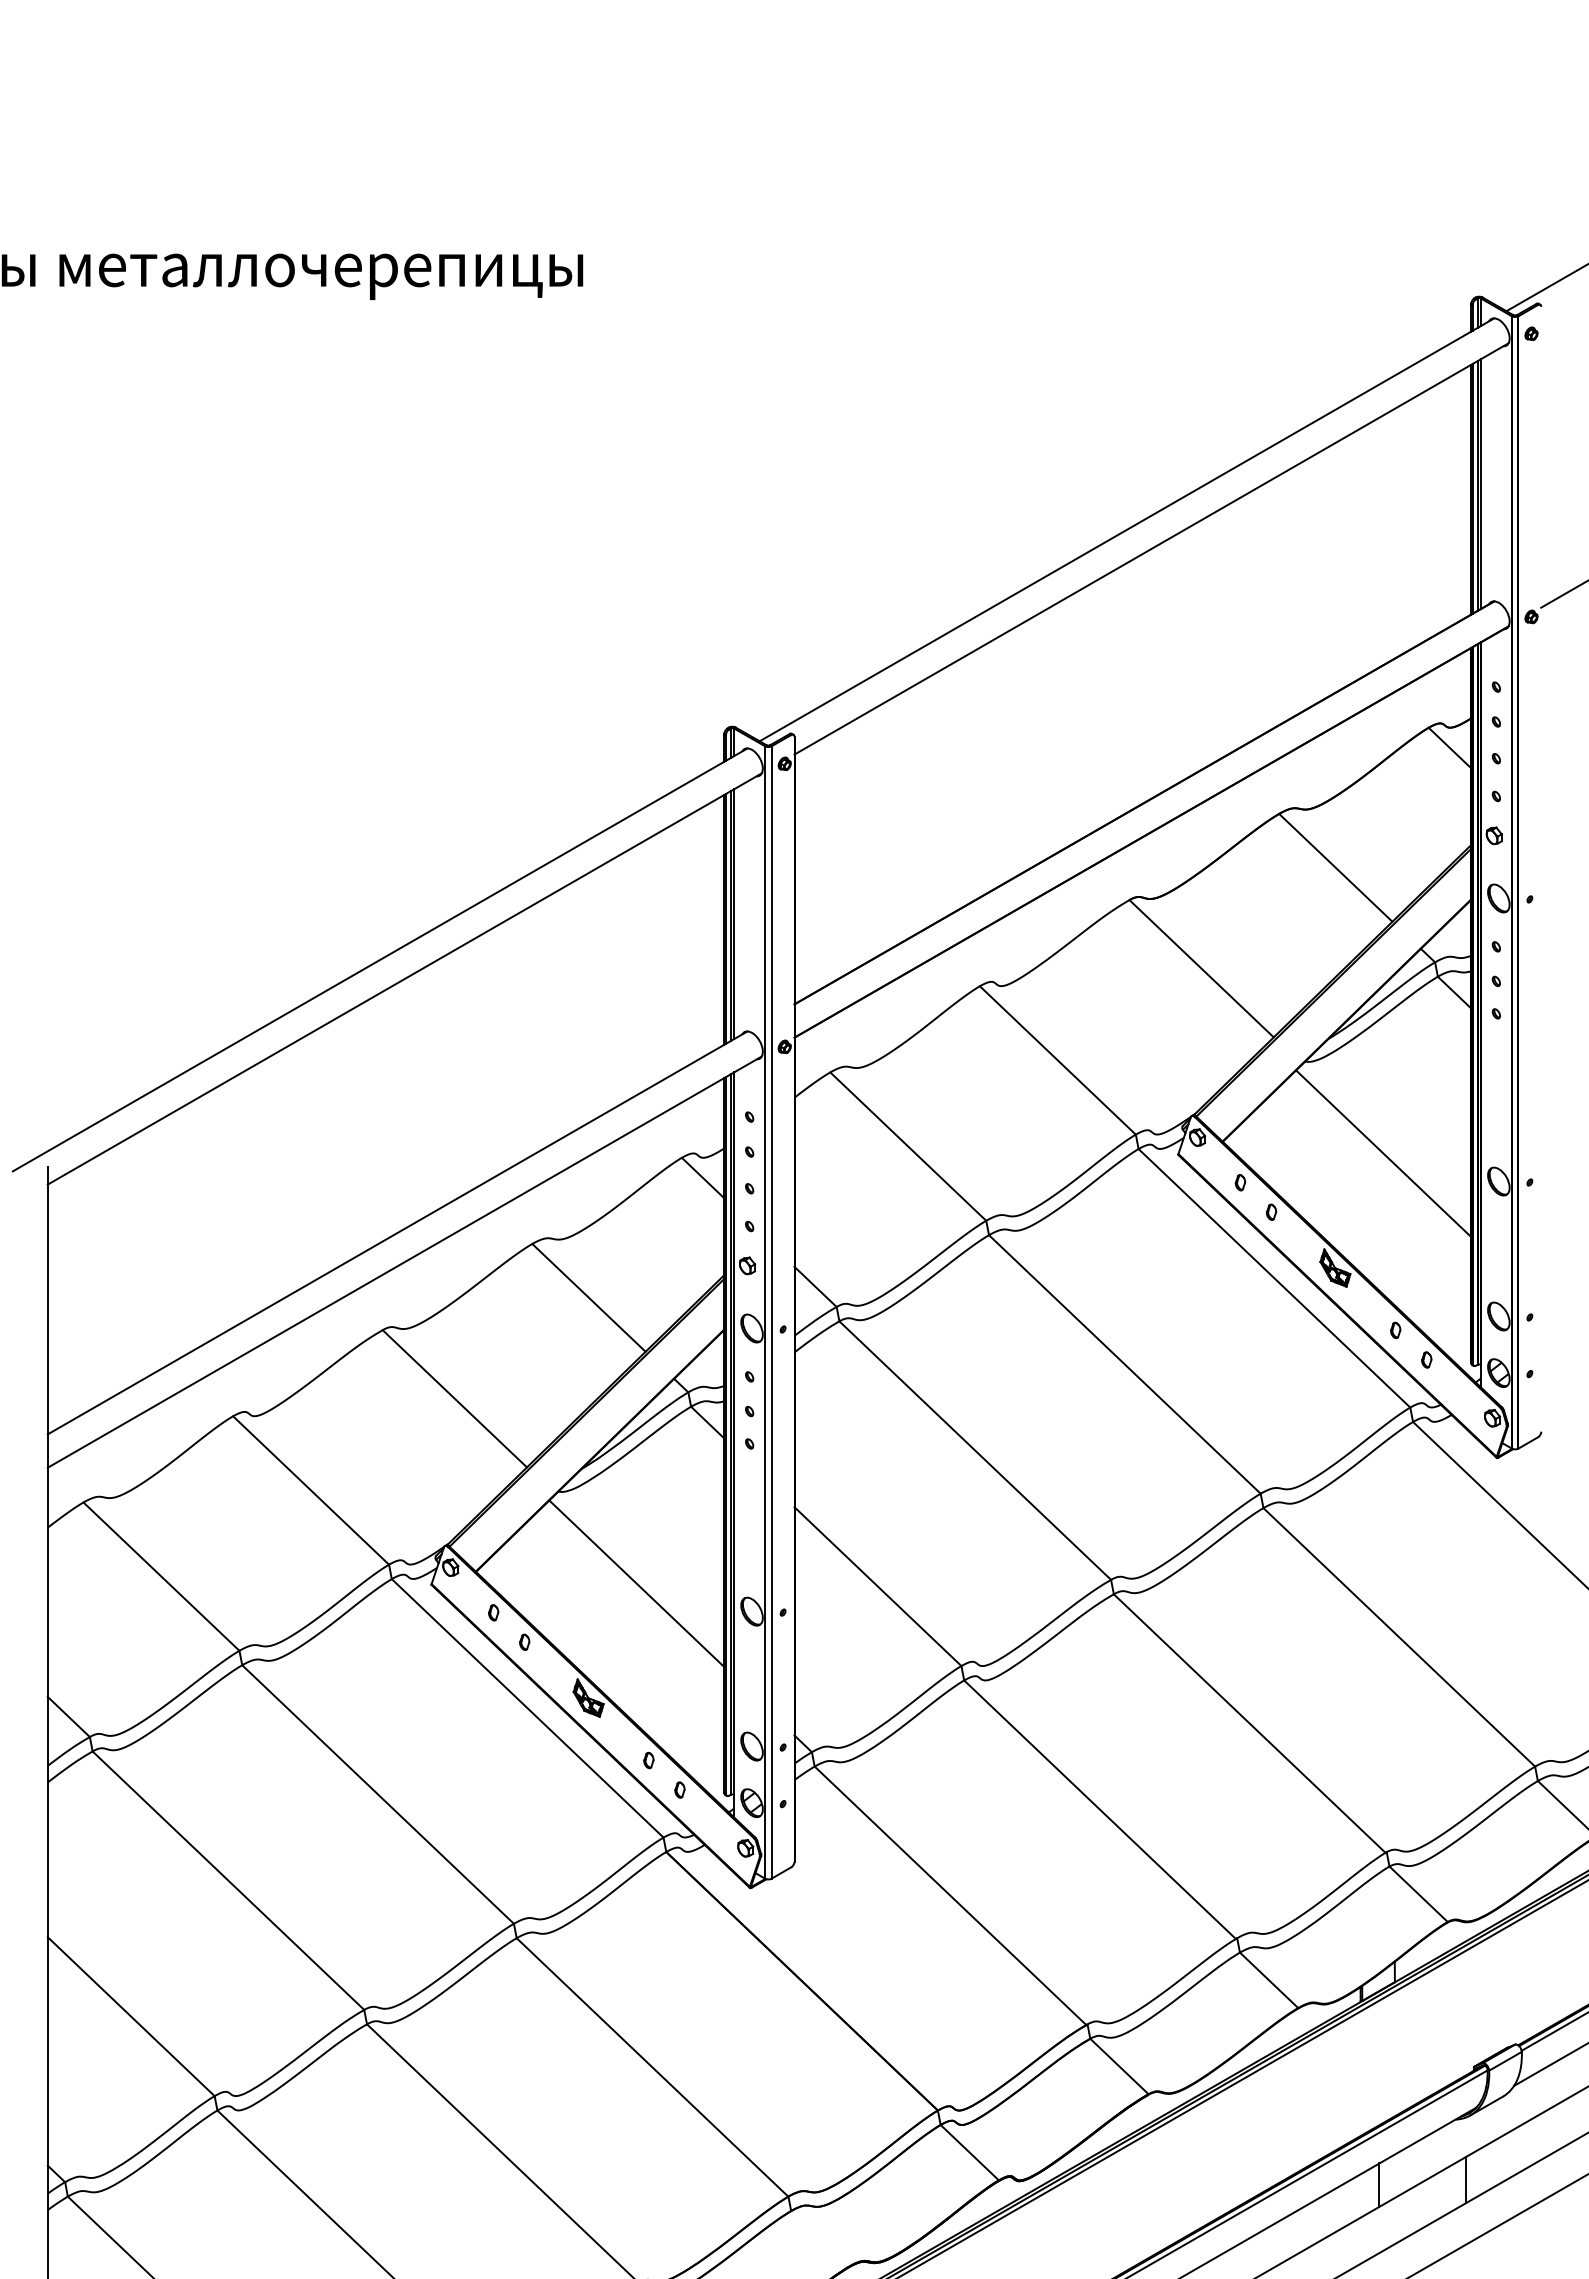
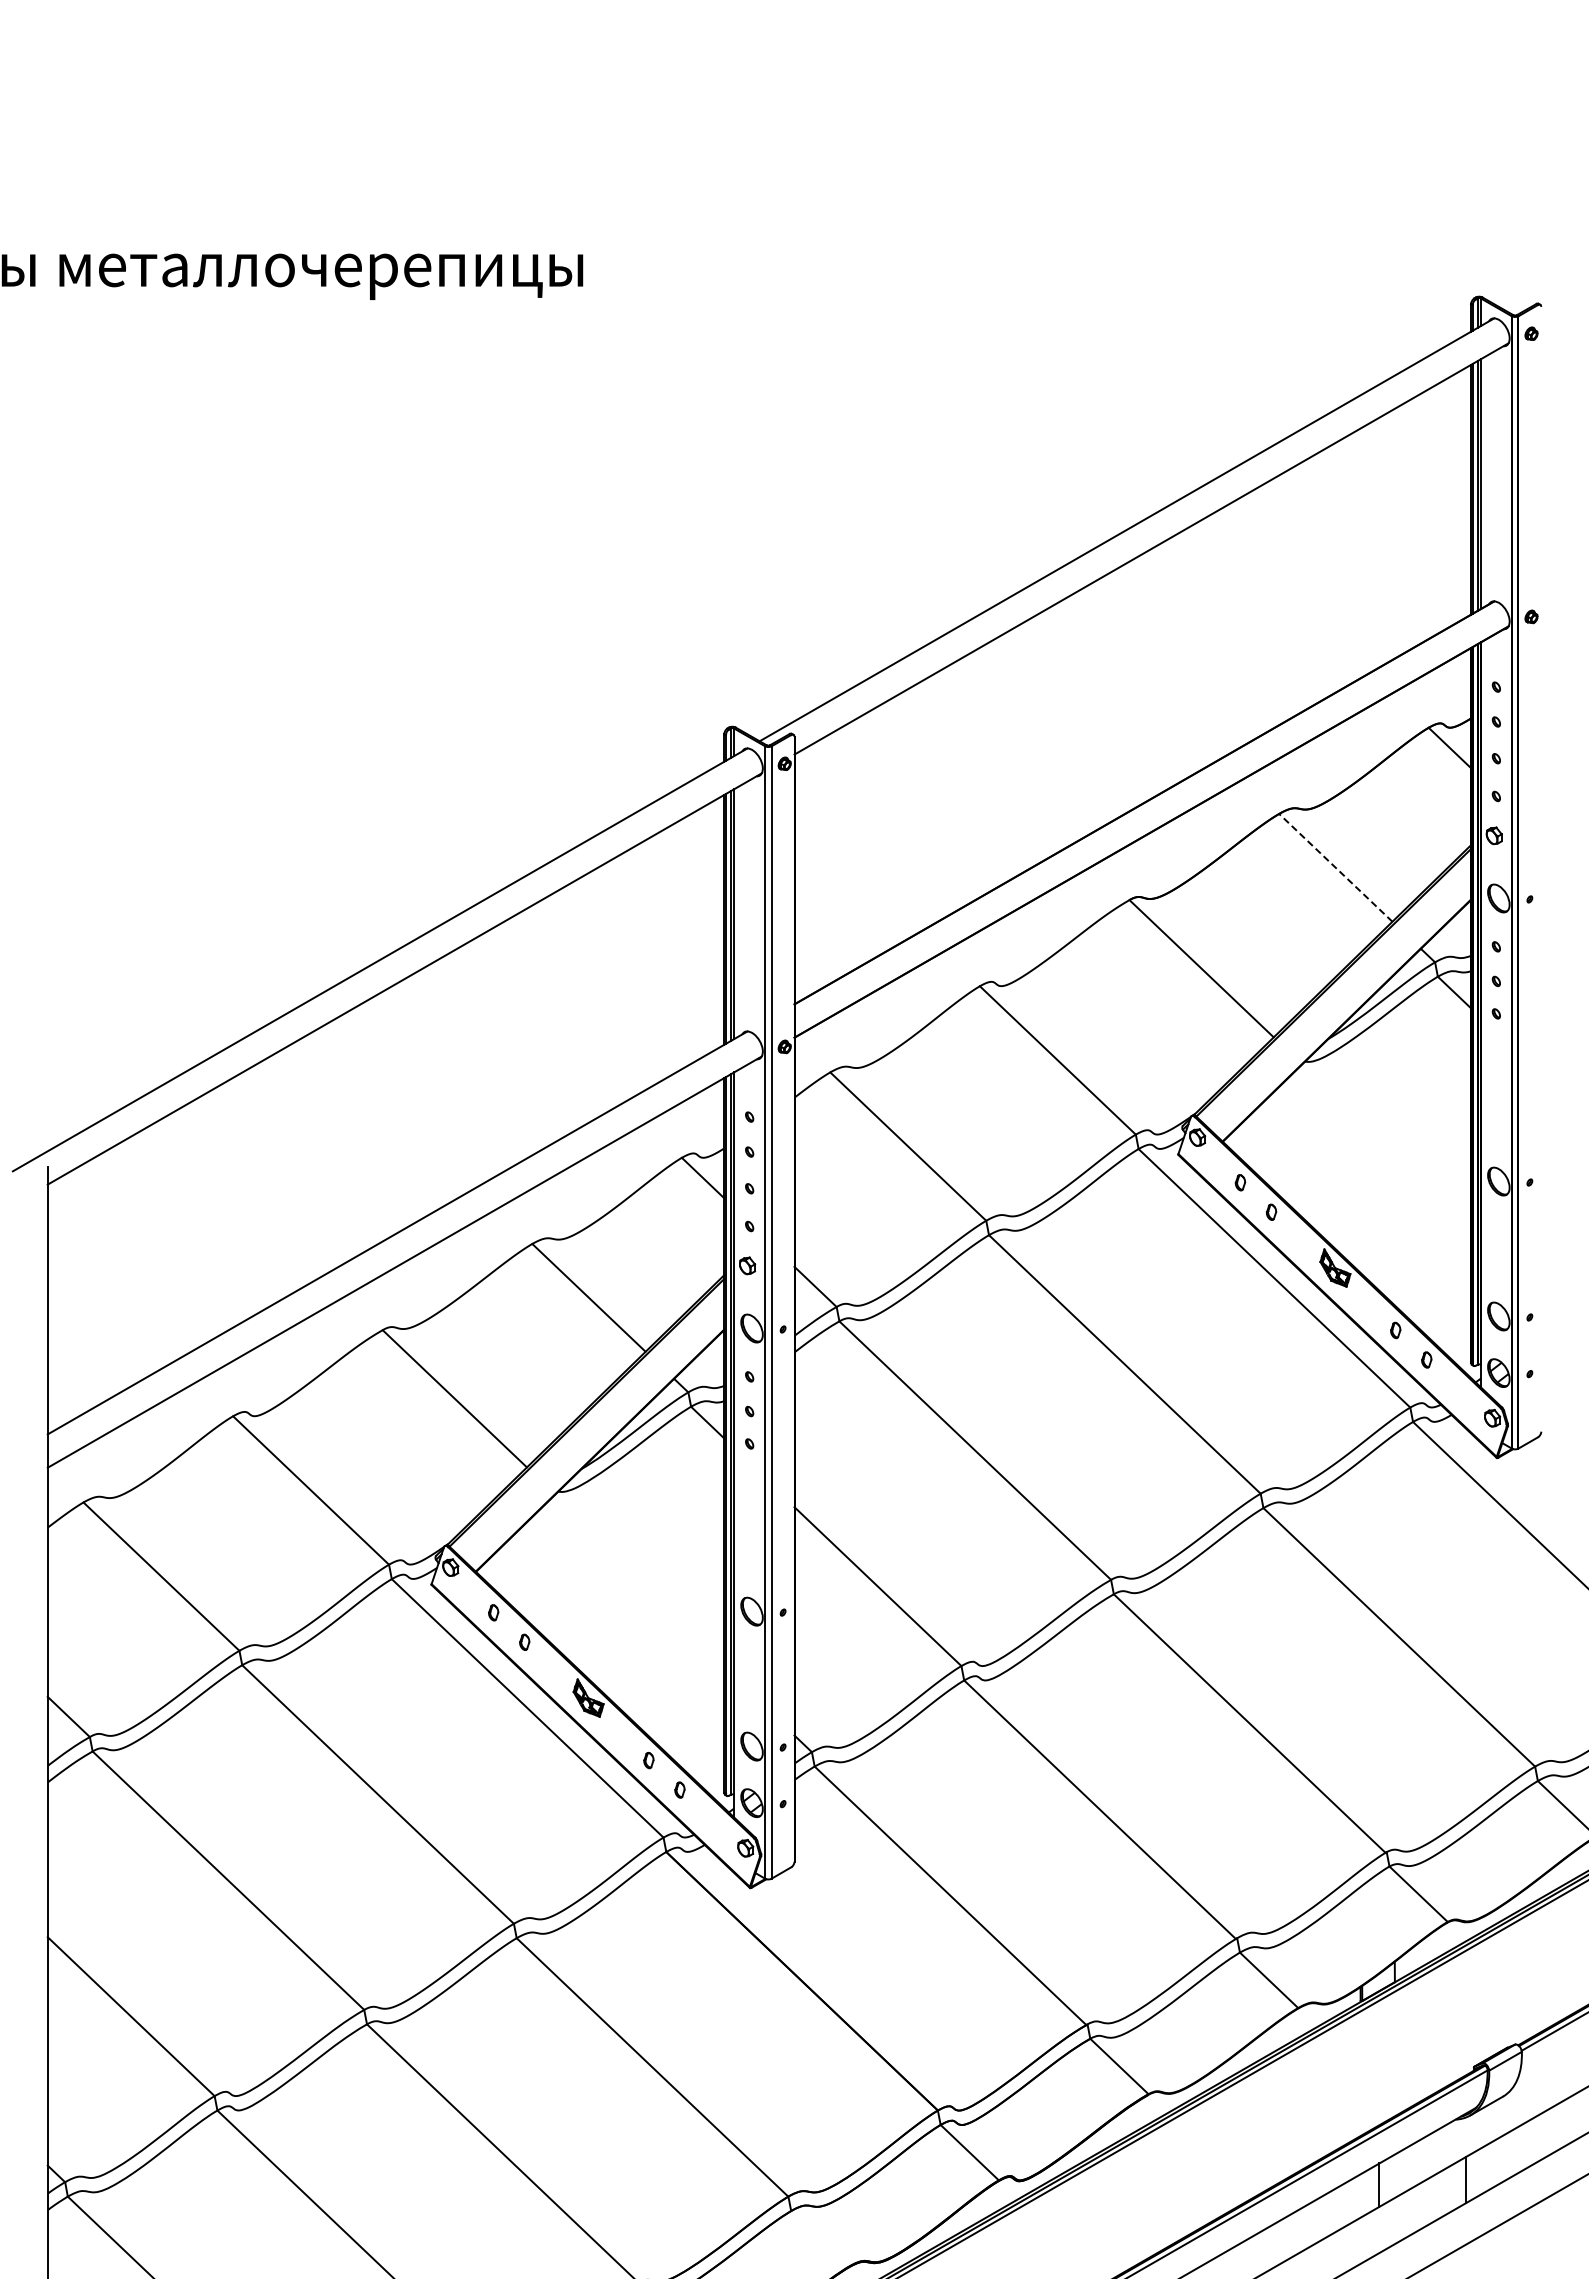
line at (1545, 288): present -> none
line at (1563, 594): present -> none
line at (1335, 867): solid -> dashed
line at (1383, 1153): present -> none
line at (636, 1583): present -> none
line at (1549, 2064): present -> none
